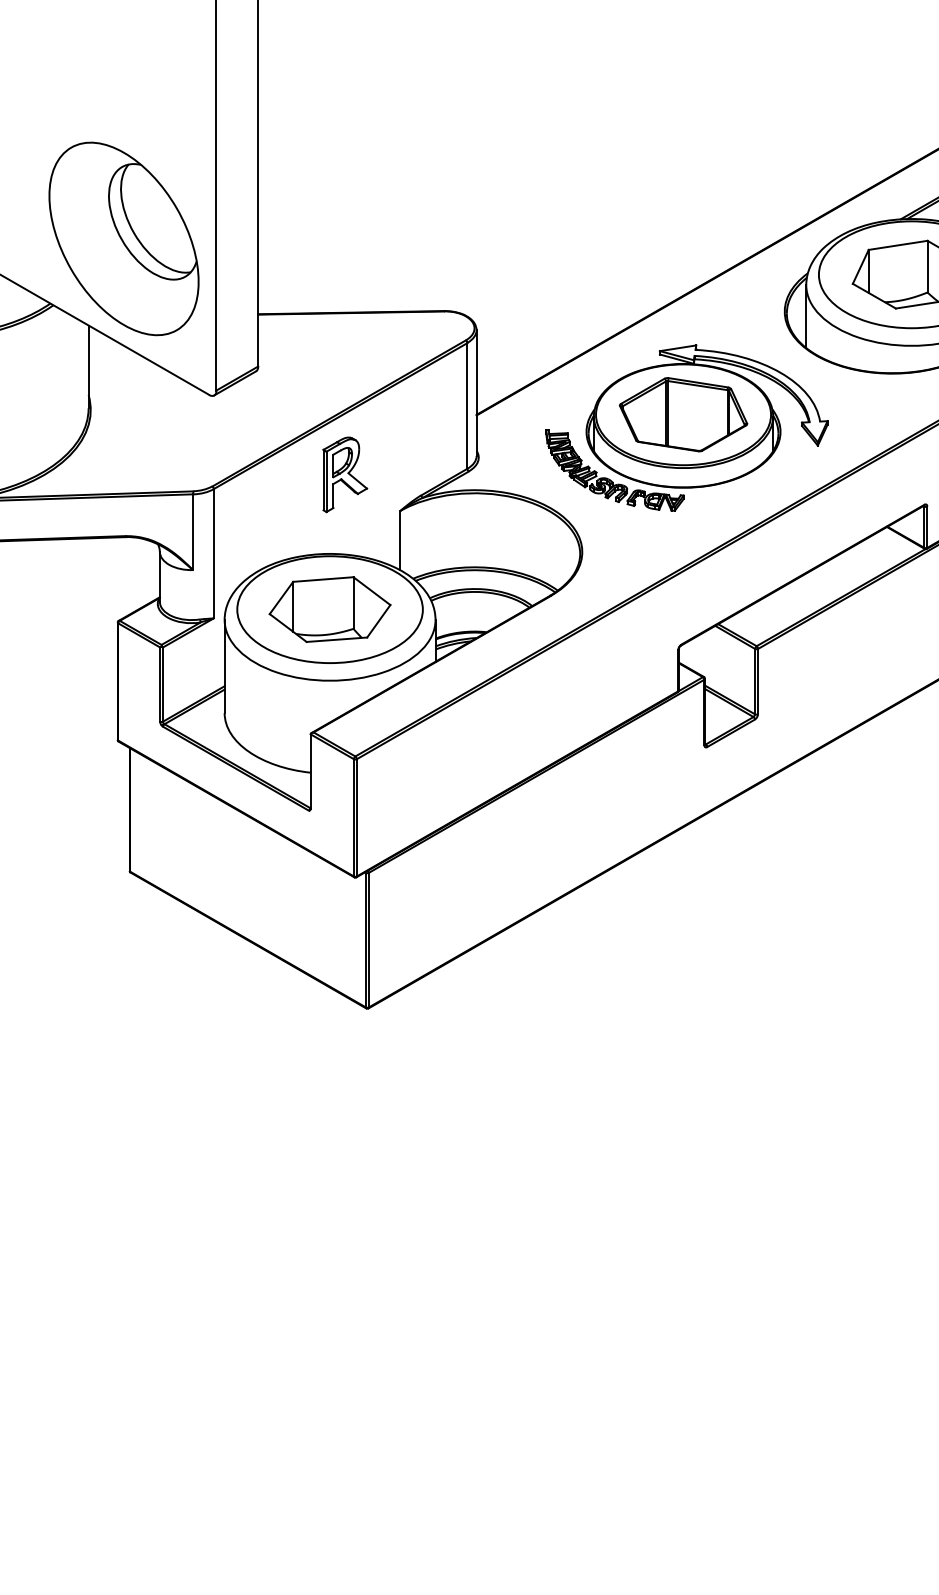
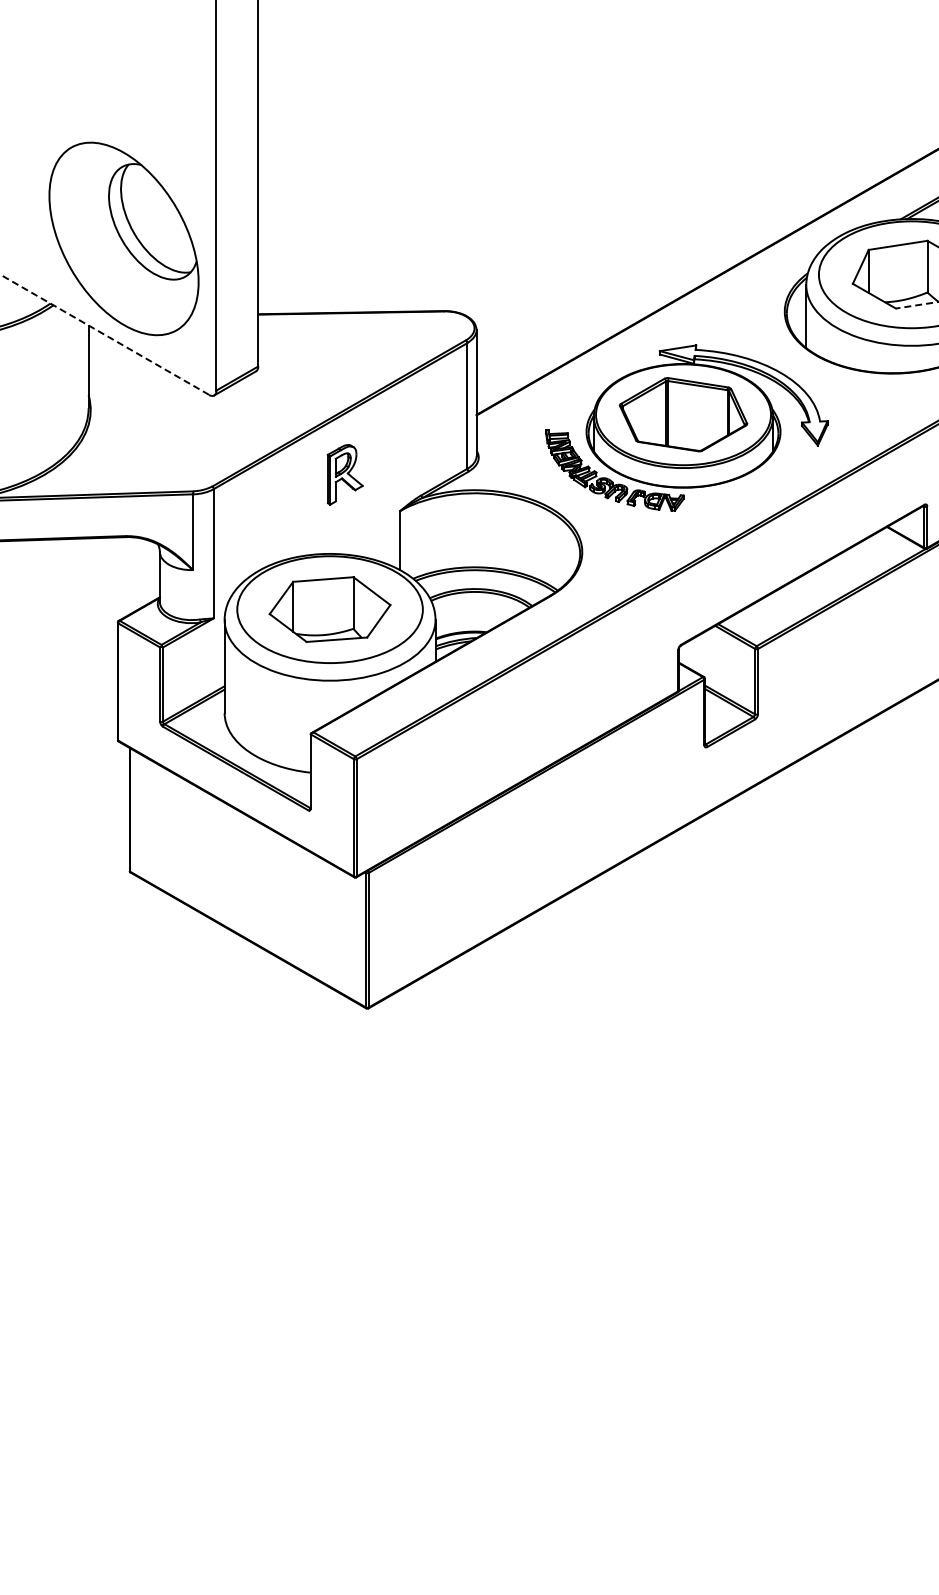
line at (916, 305): solid -> dashed
line at (104, 334): solid -> dashed
part at (345, 474) size: 47x78 px -> 38x62 px
